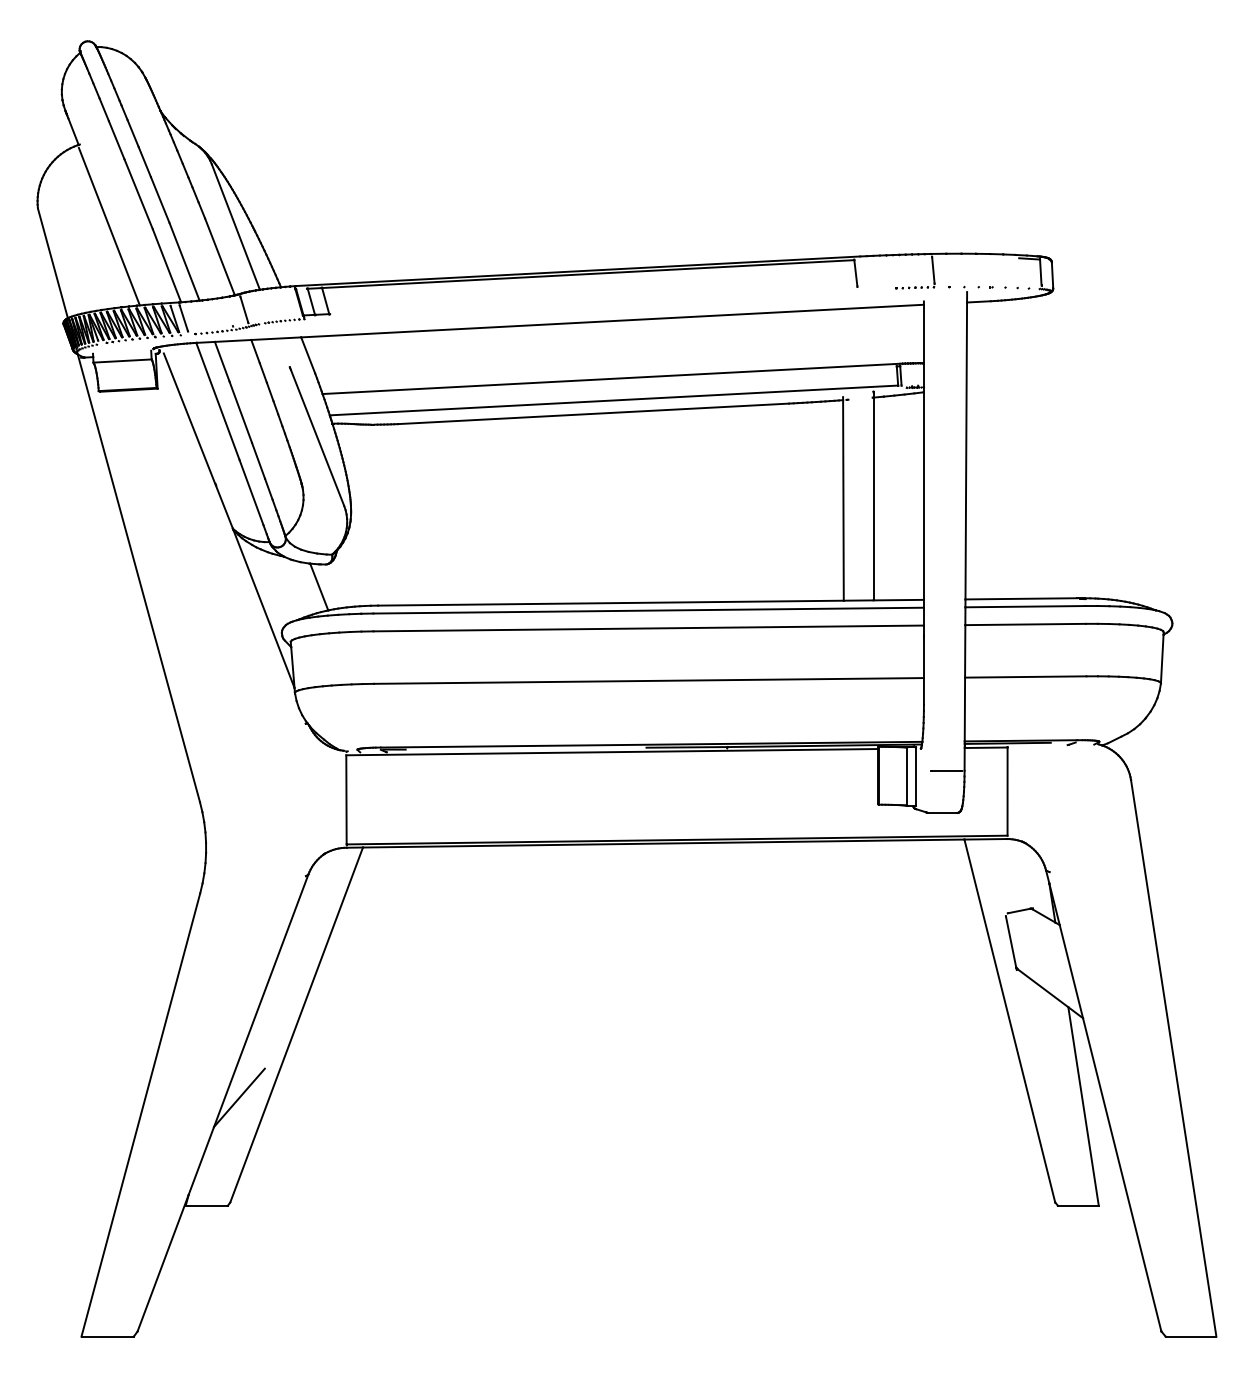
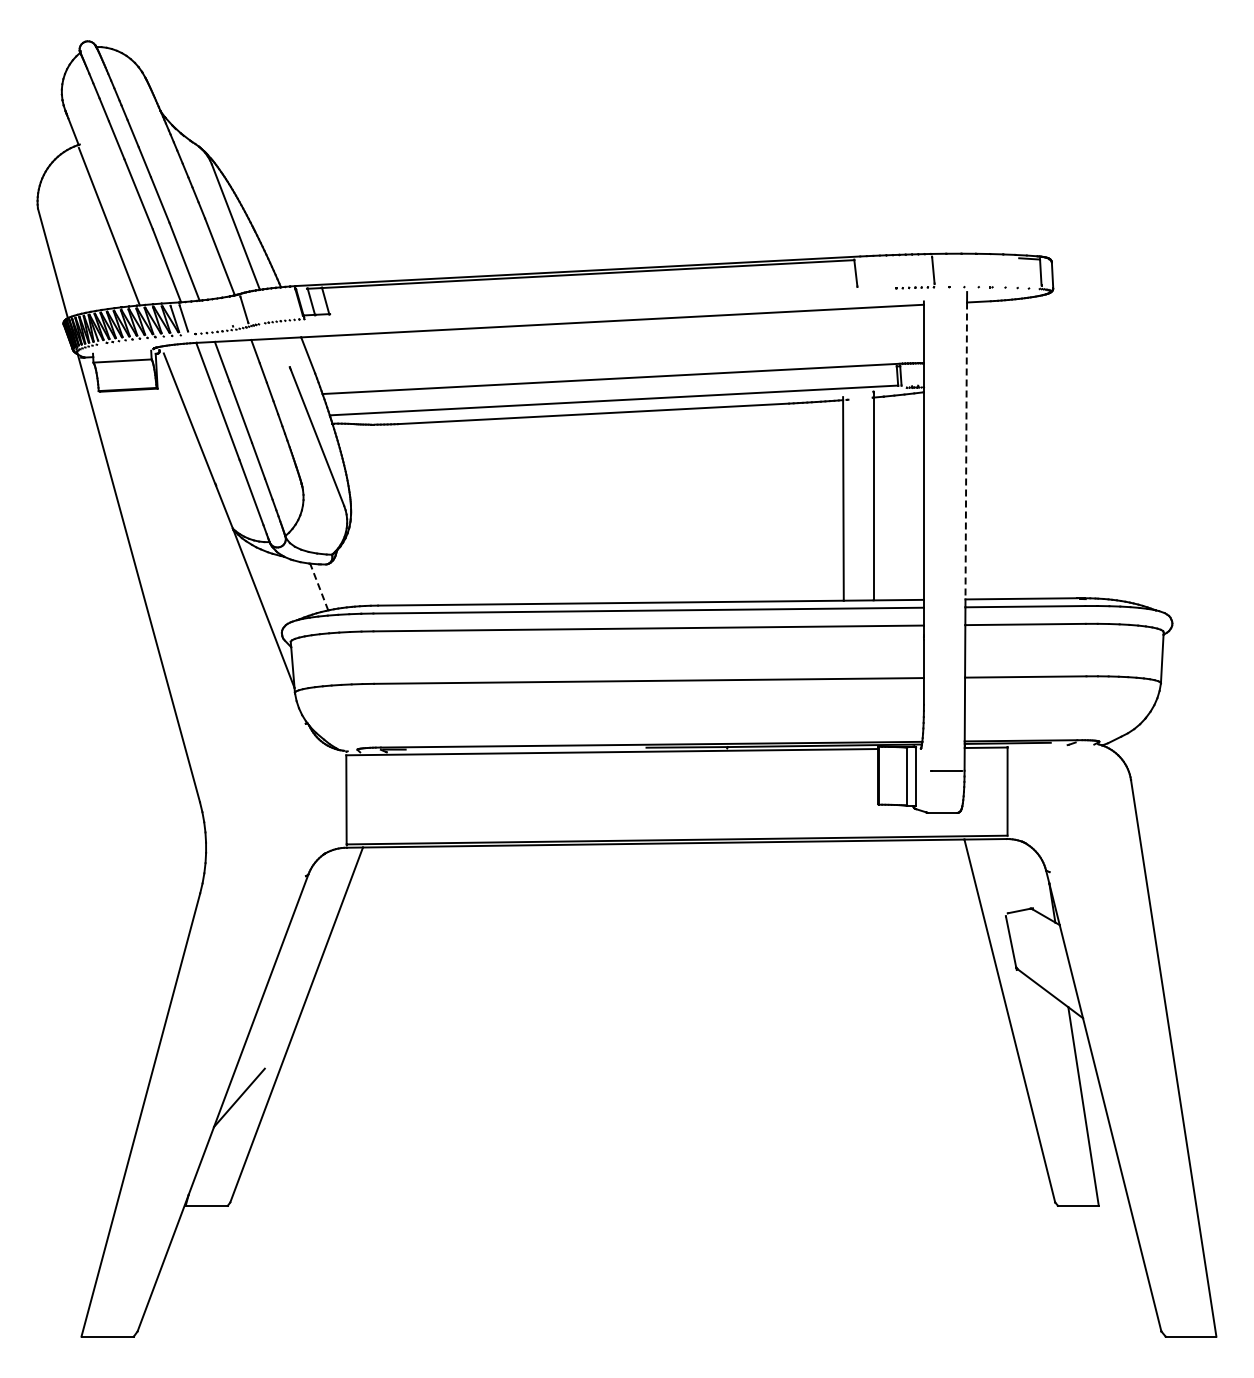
line at (966, 451): solid -> dashed
line at (319, 586): solid -> dashed
